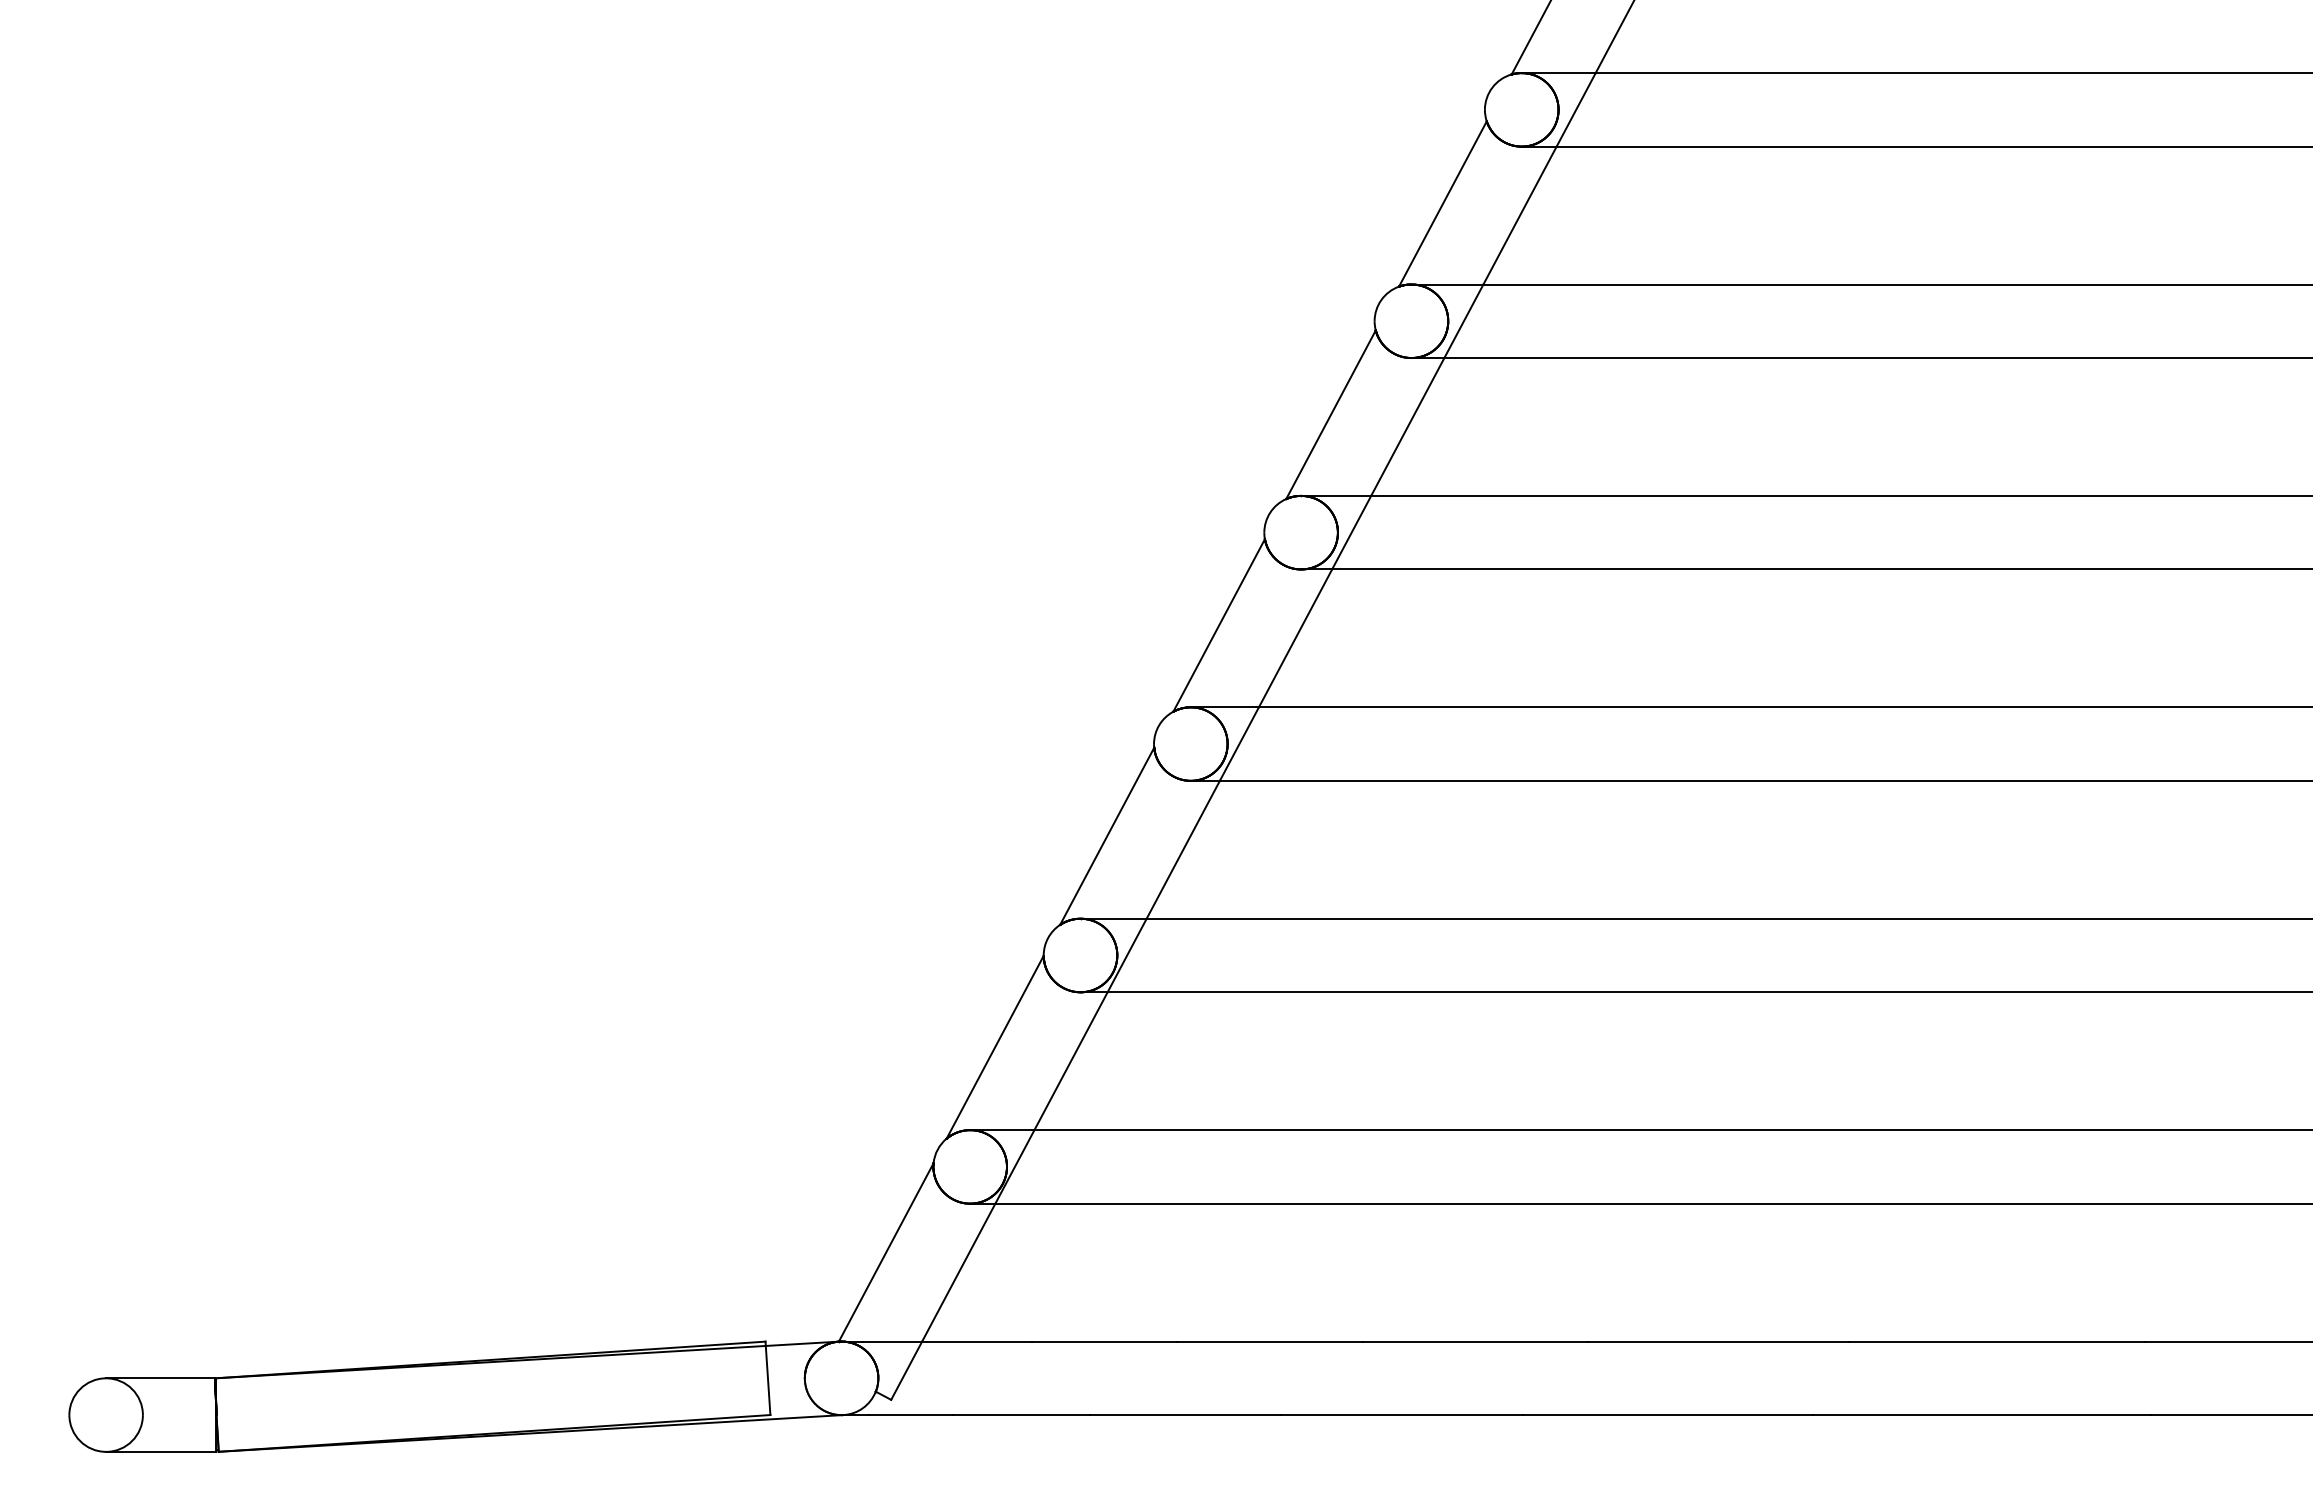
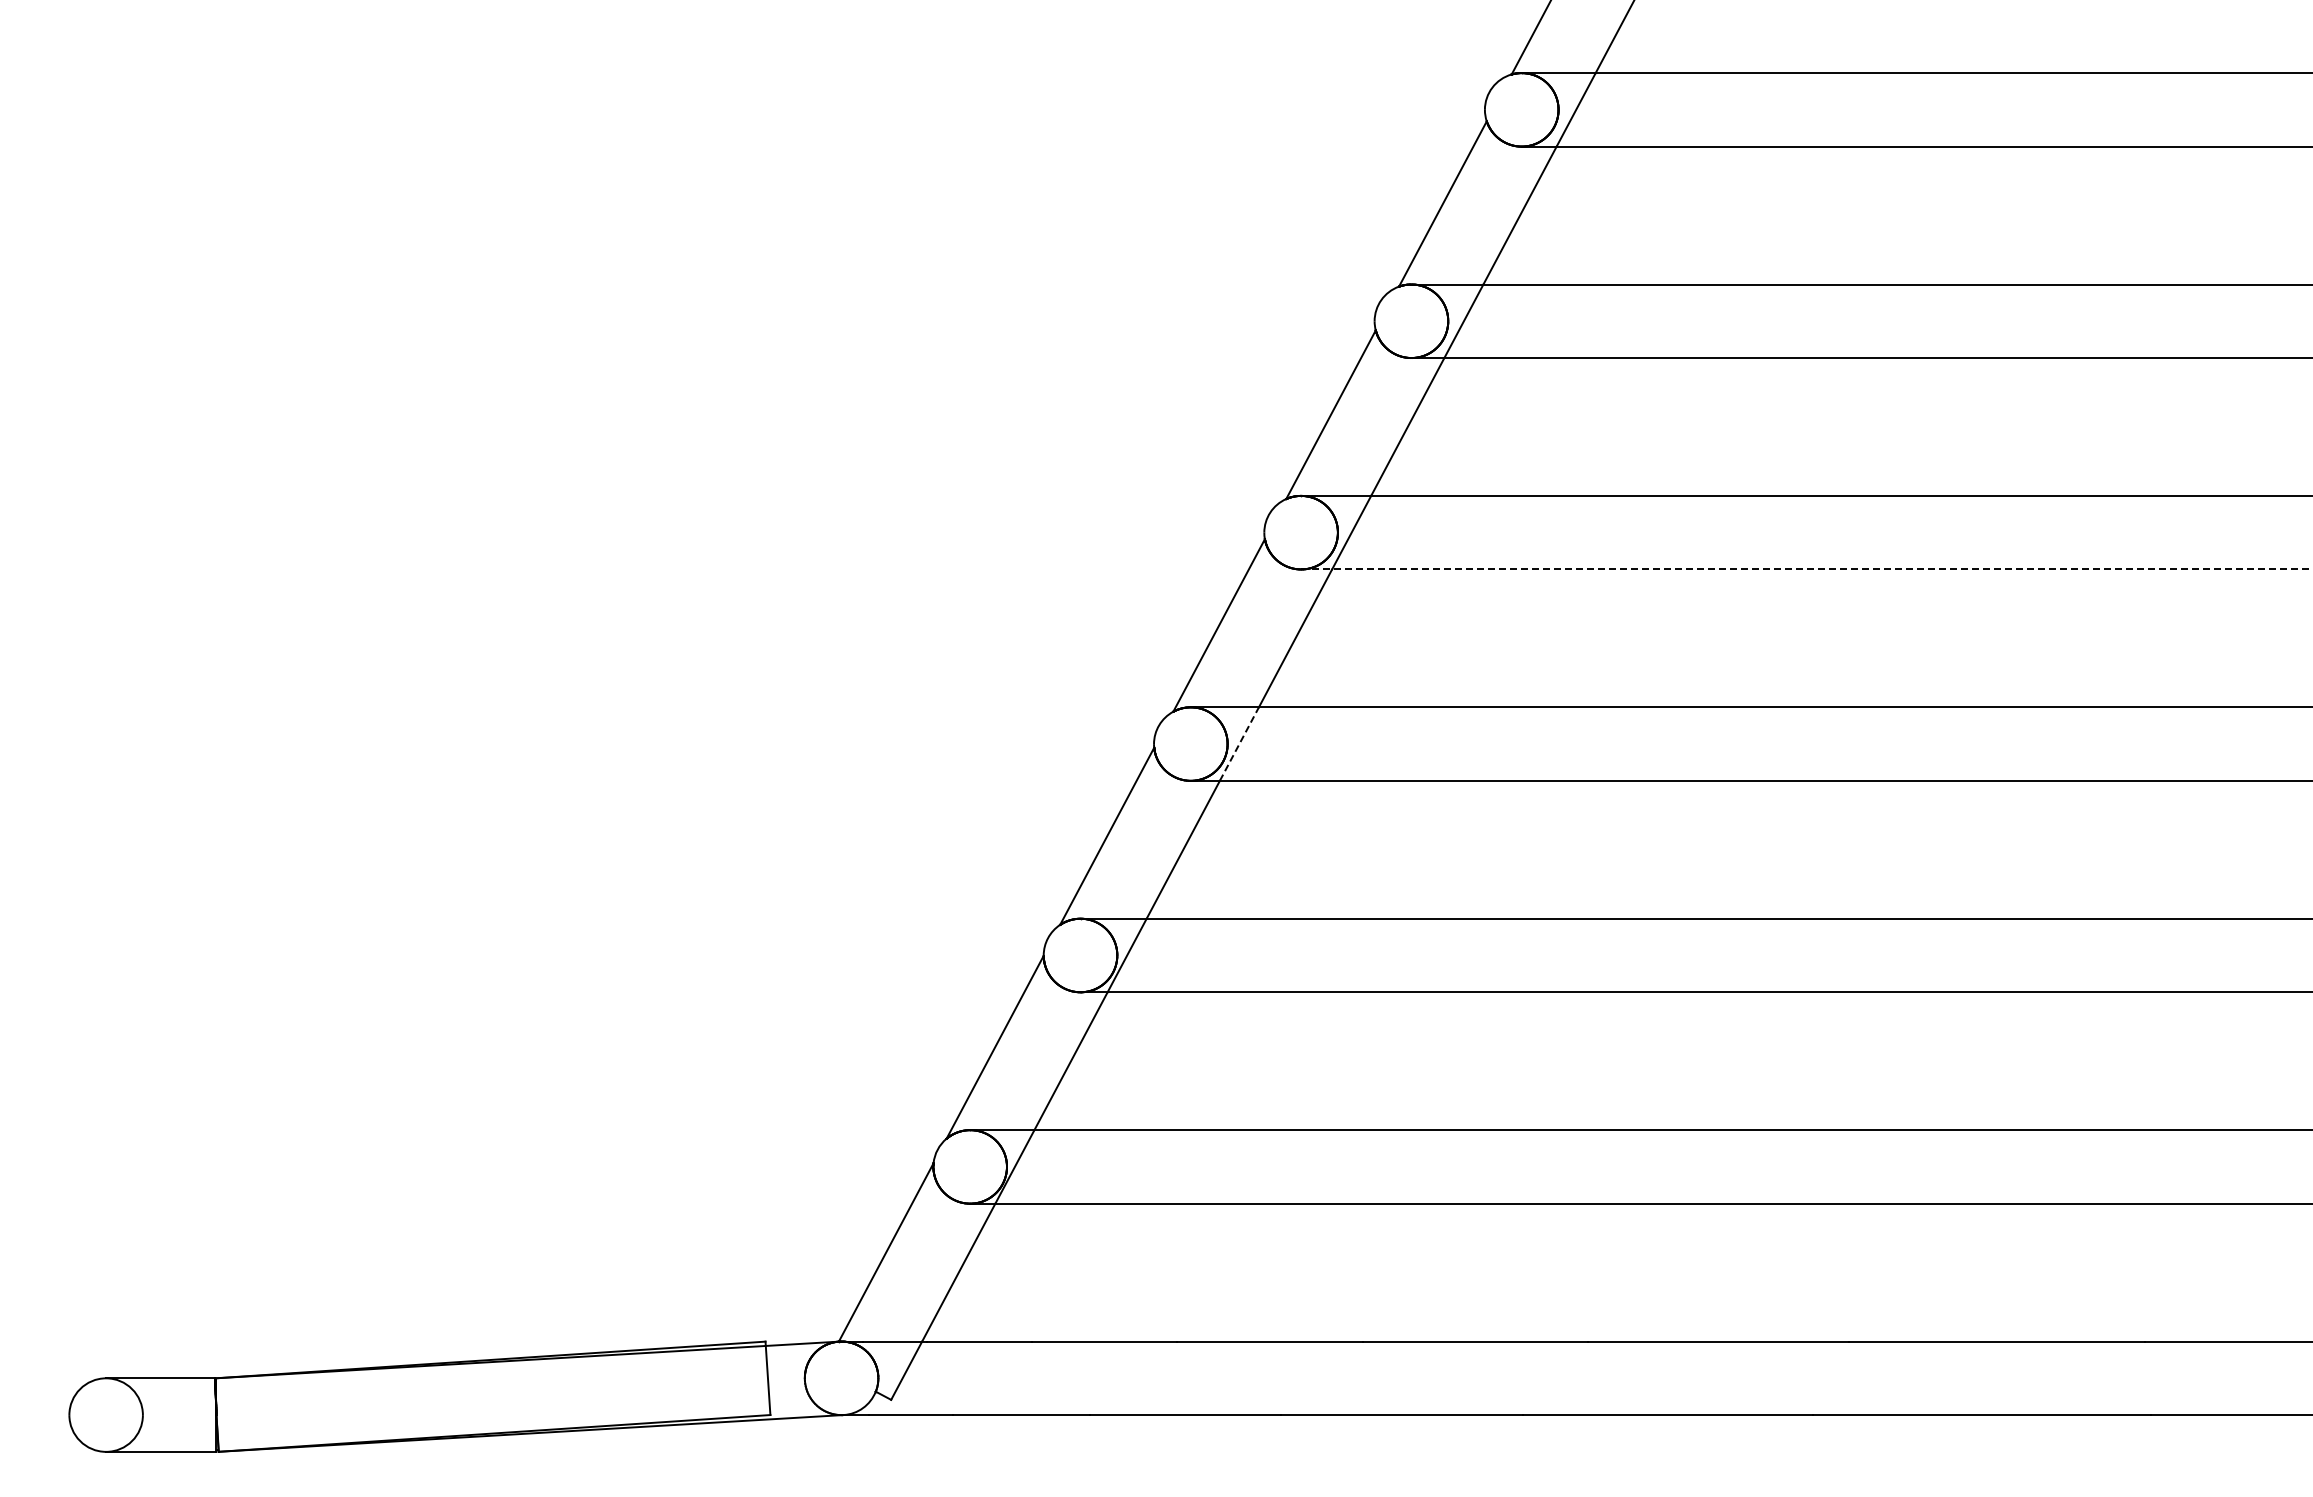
line at (1807, 569): solid -> dashed
line at (1239, 744): solid -> dashed
